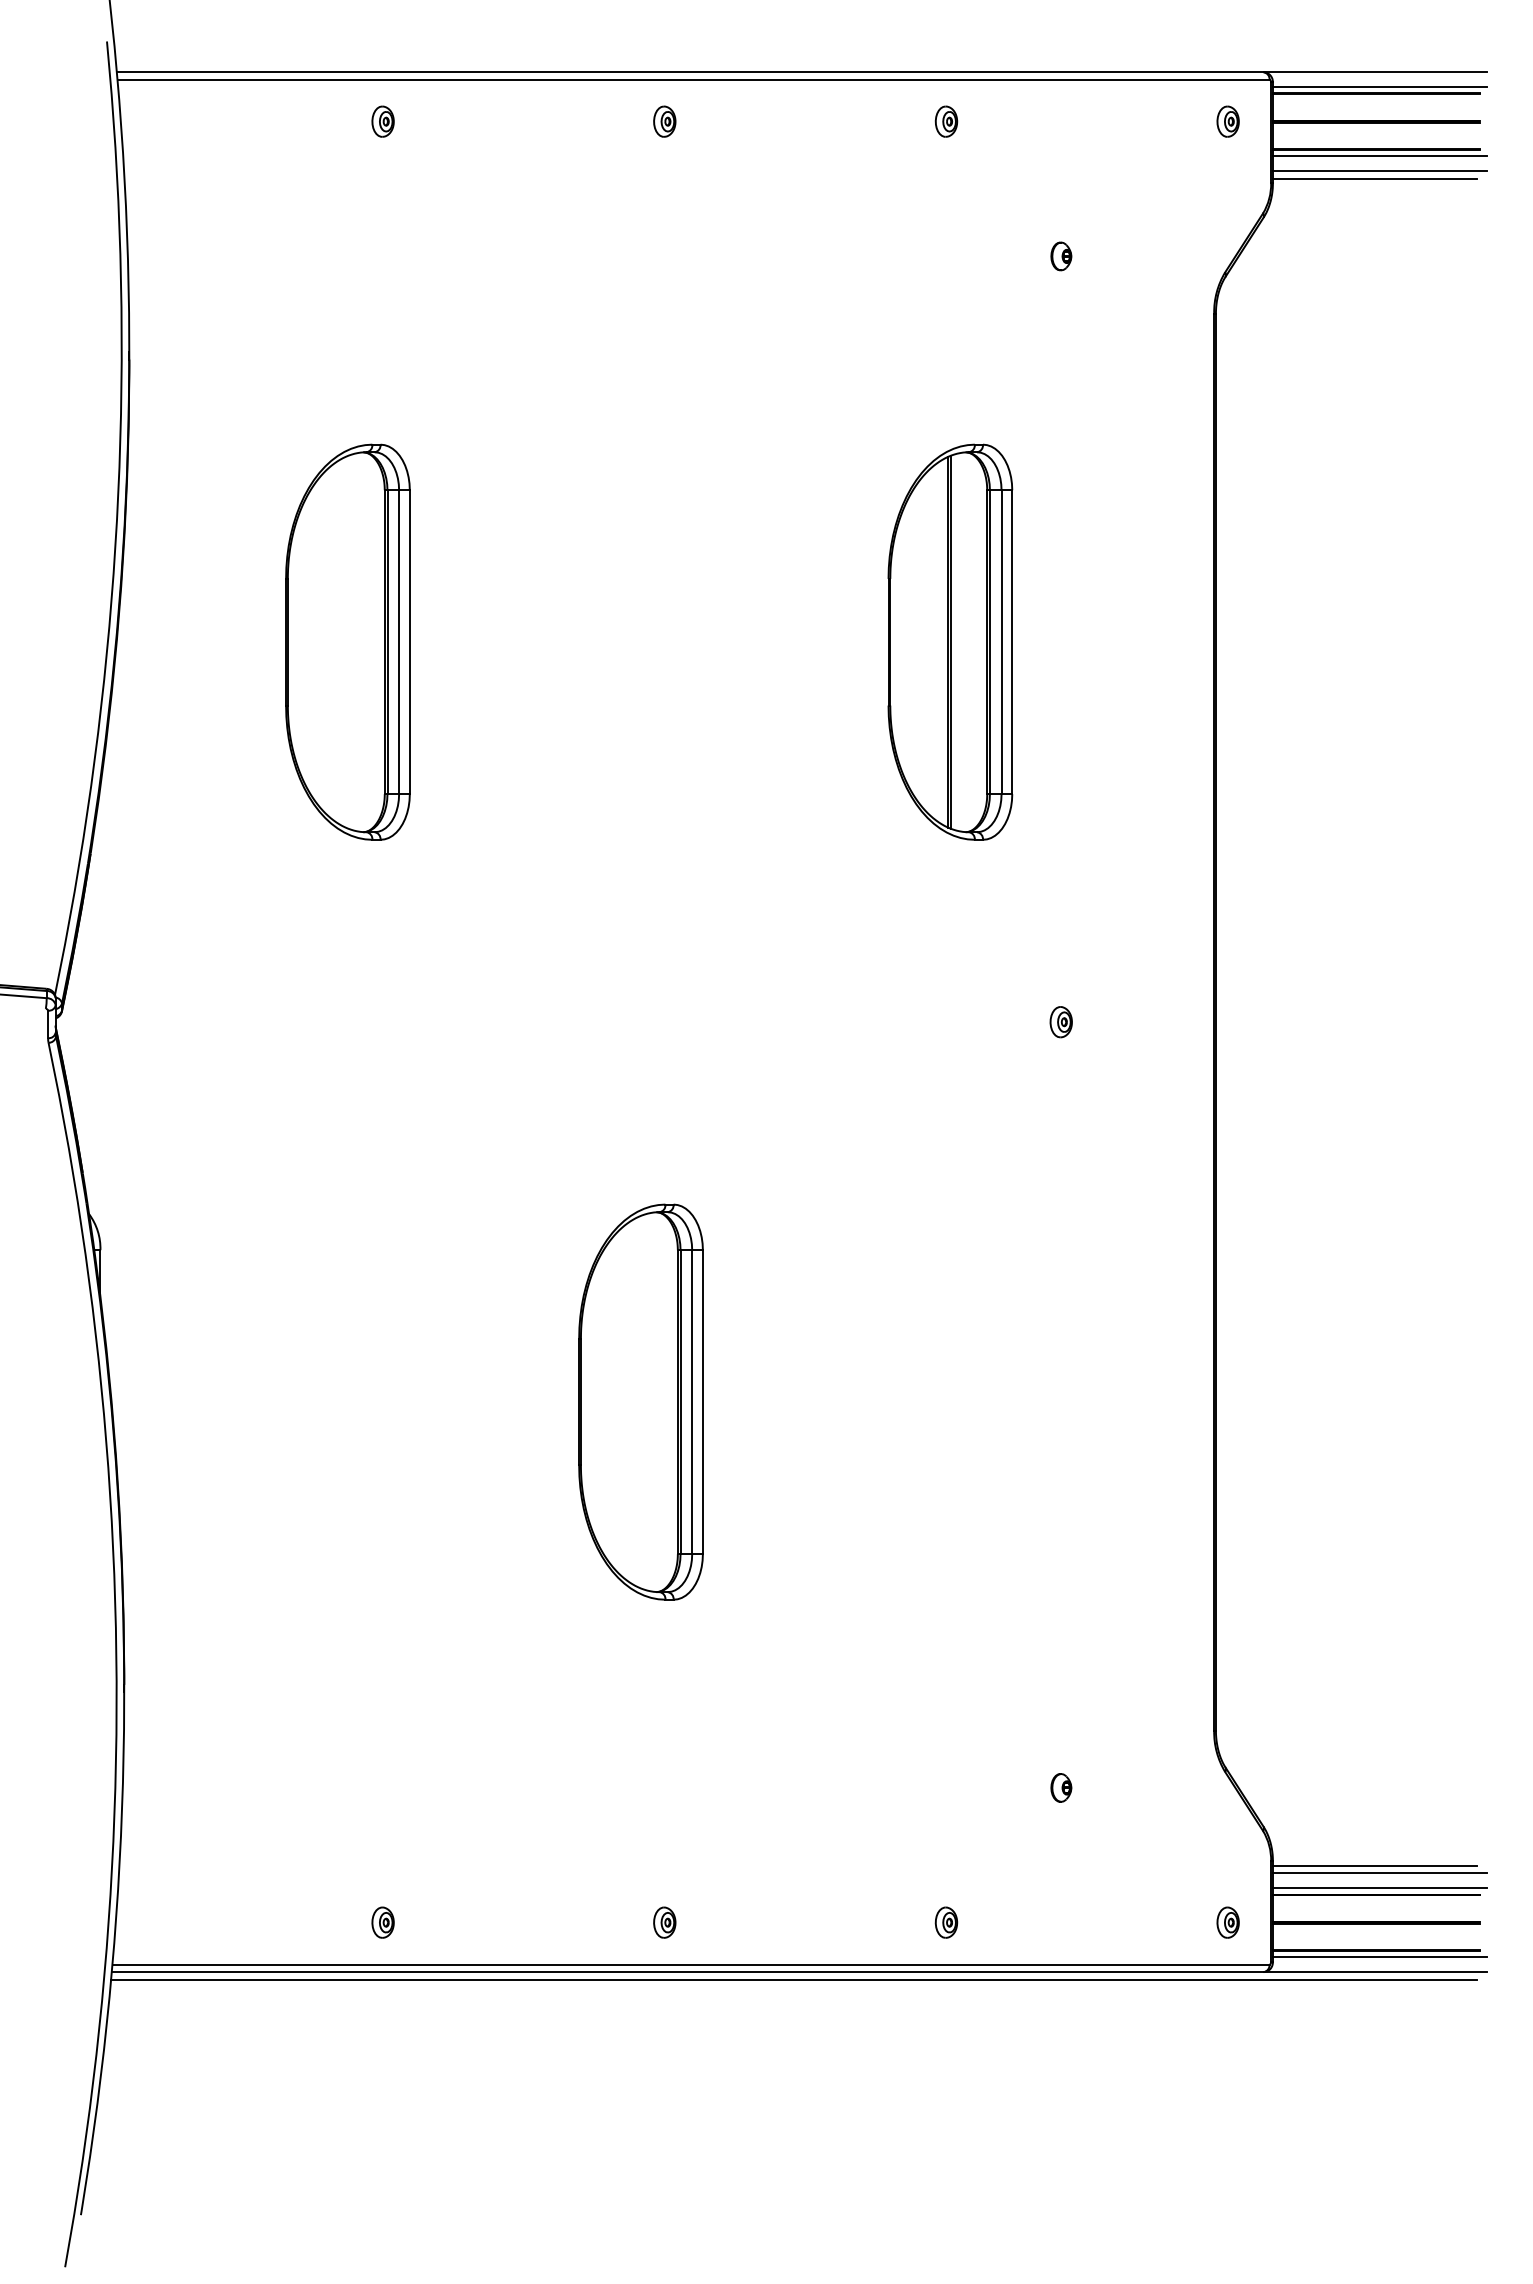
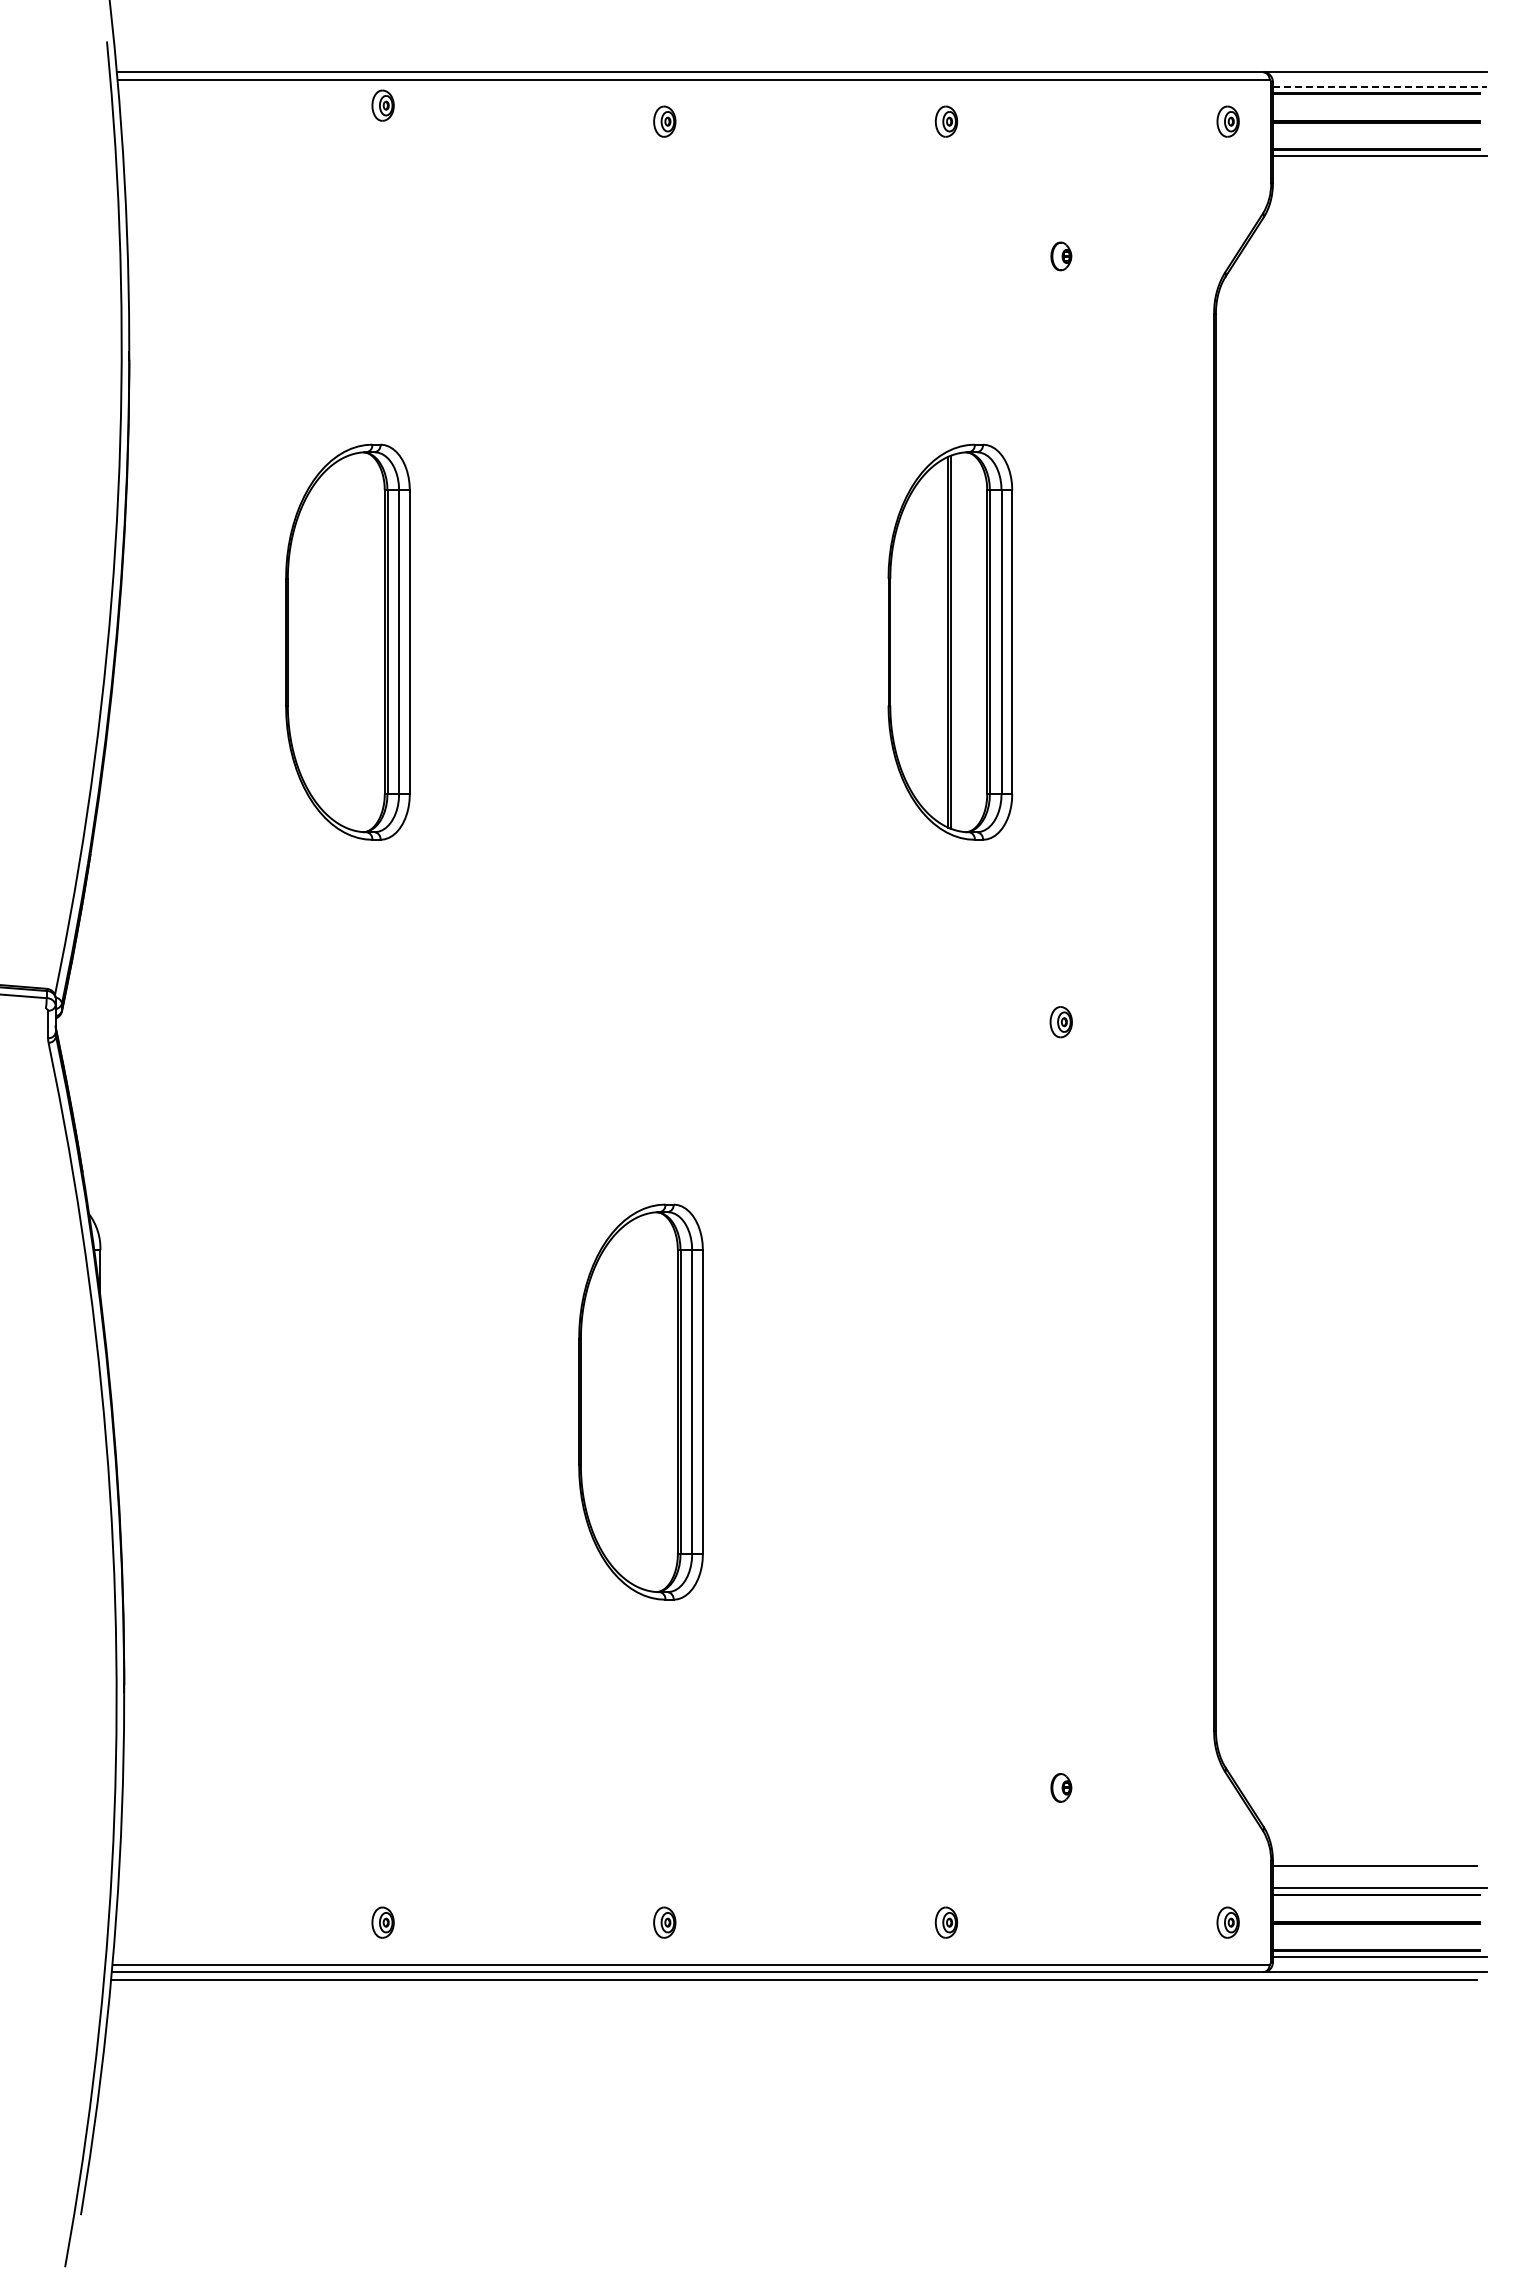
line at (1380, 87): solid -> dashed
part at (382, 121) position: (382, 121) -> (382, 105)
line at (1379, 171): present -> none
line at (1374, 178): present -> none
line at (1379, 1873): present -> none
